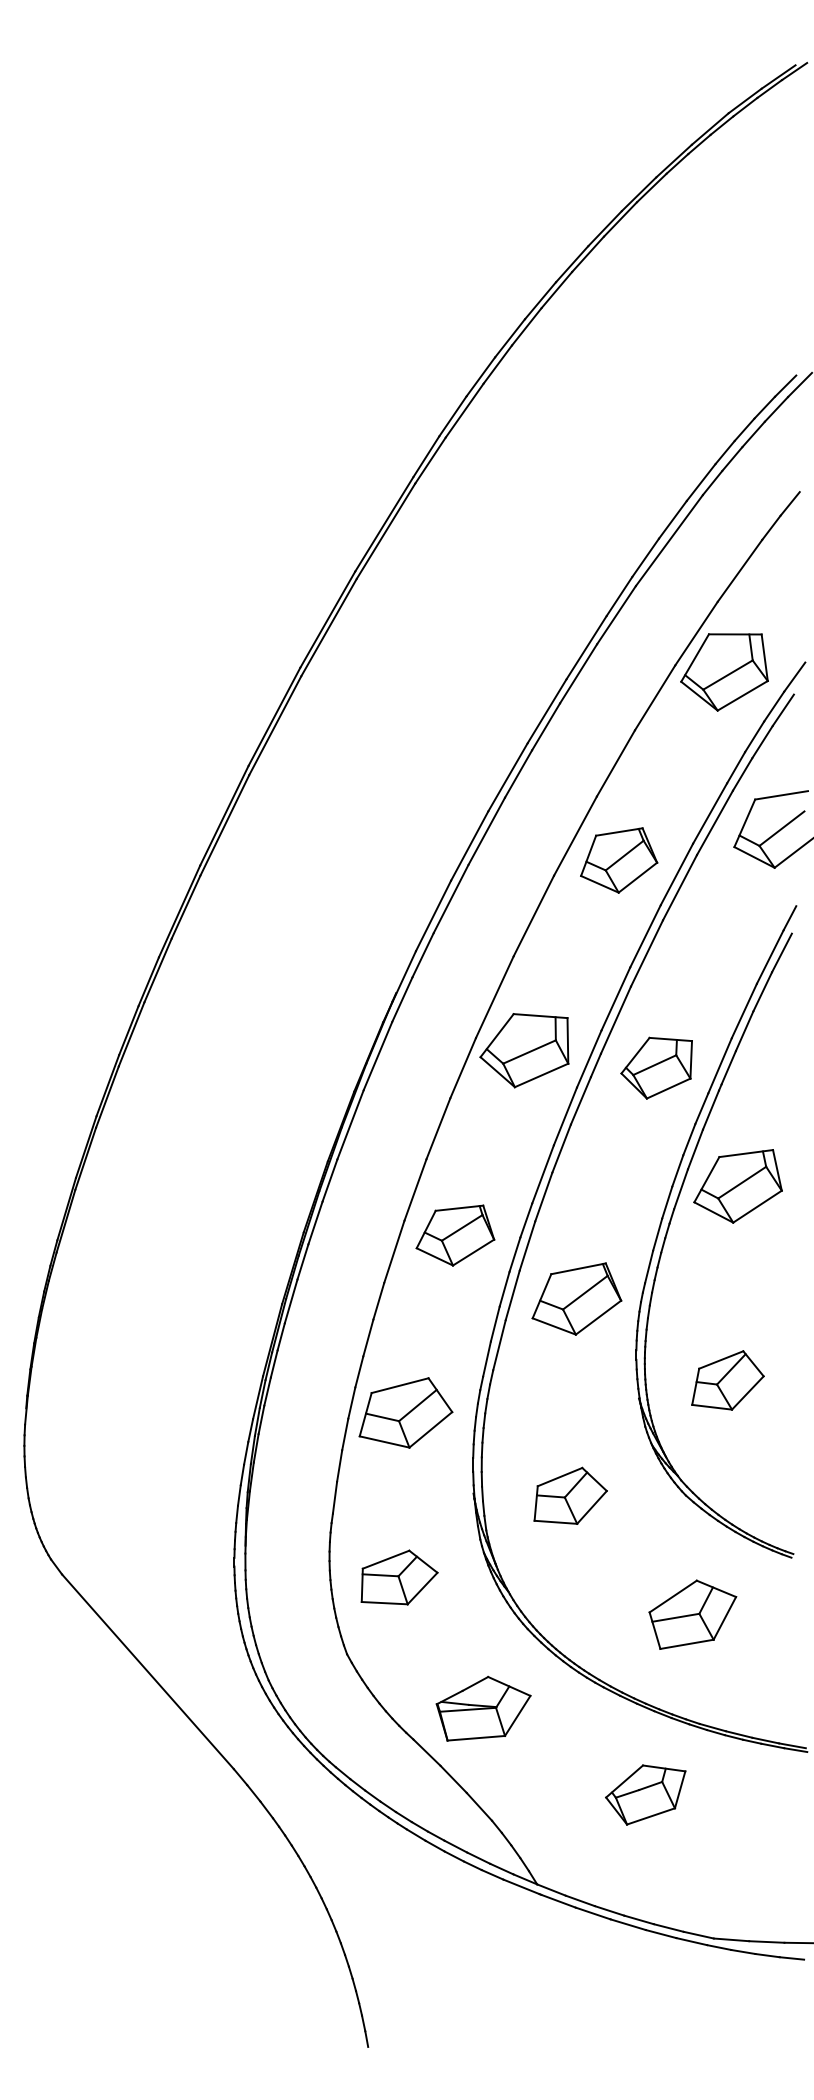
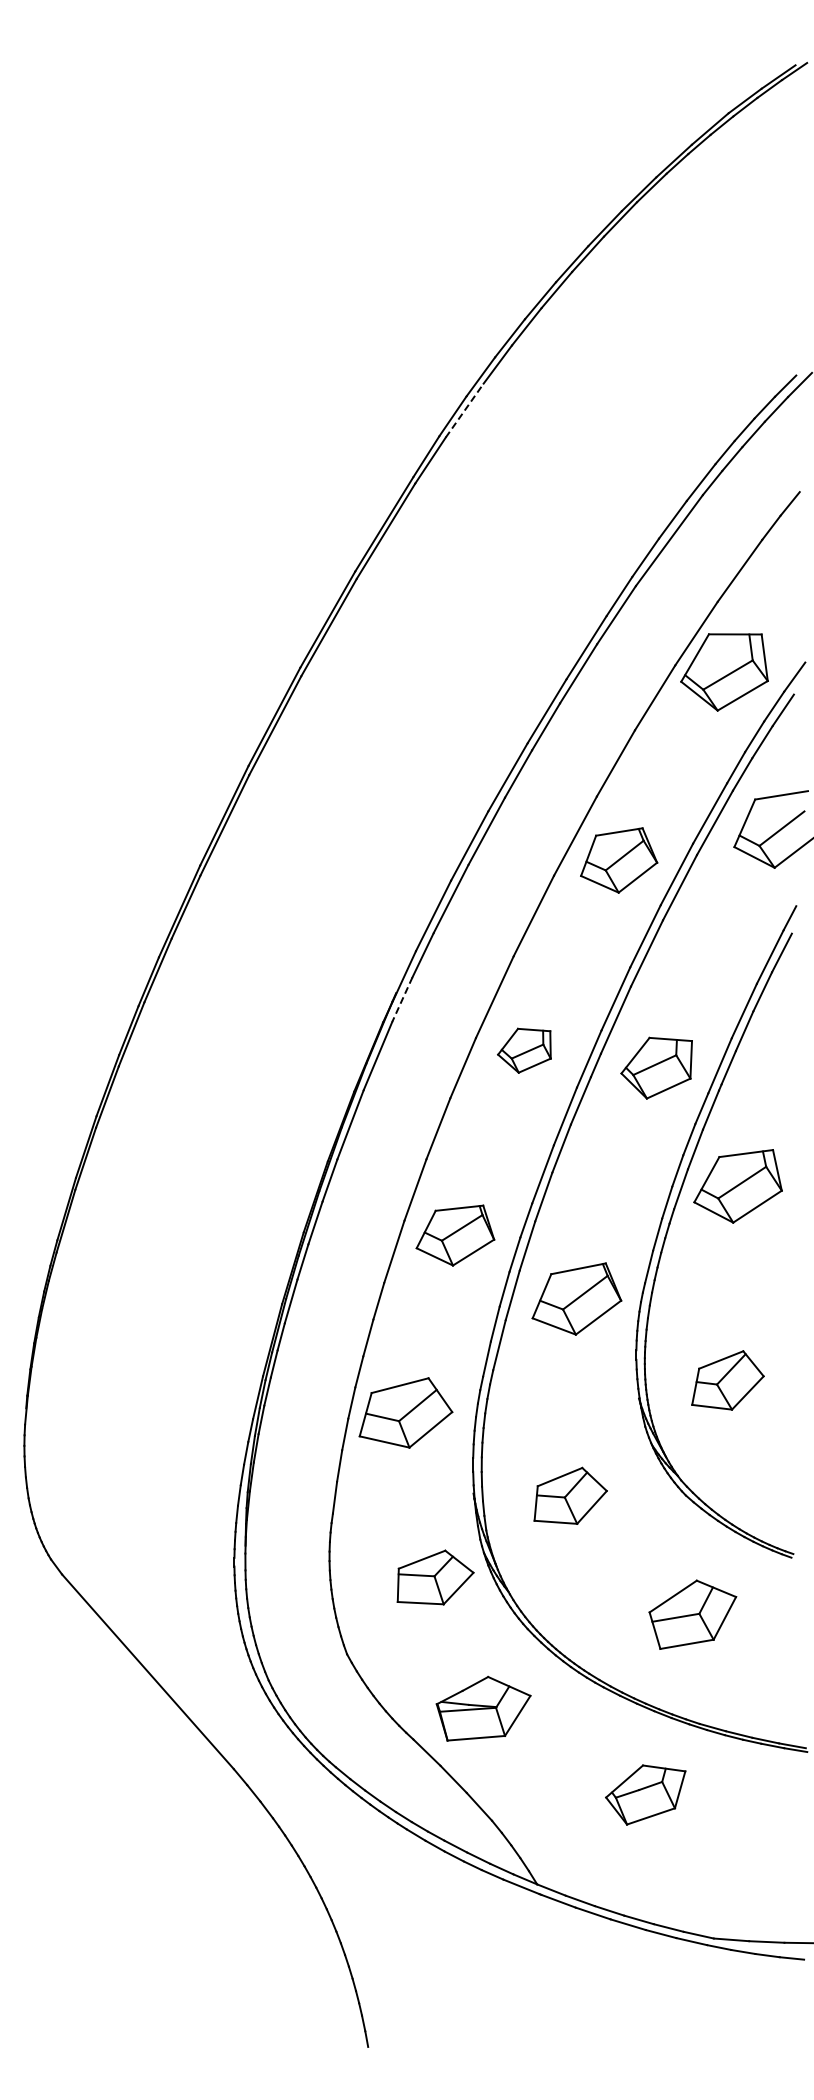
line at (464, 410): solid -> dashed
line at (402, 999): solid -> dashed
part at (524, 1050) size: 91x76 px -> 55x47 px
part at (399, 1577) position: (399, 1577) -> (435, 1577)
